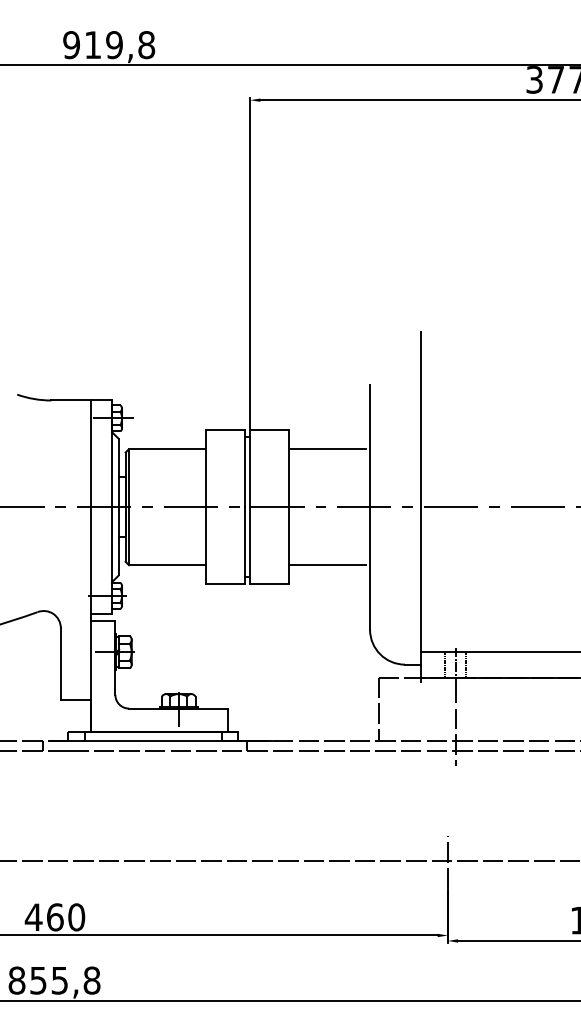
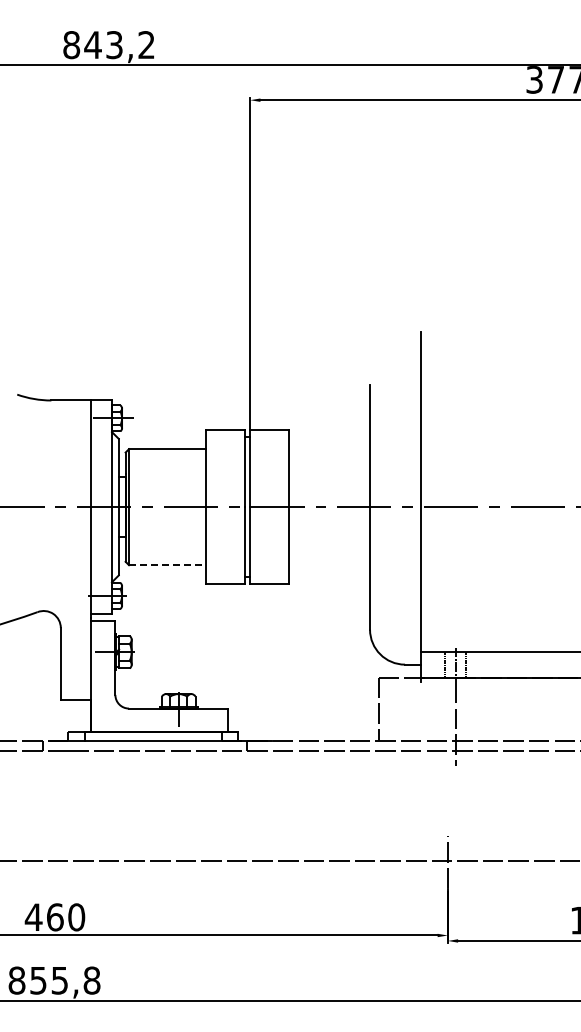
text at (109, 45): 919,8 -> 843,2
line at (327, 449): present -> none
line at (167, 565): solid -> dashed
line at (327, 565): present -> none
